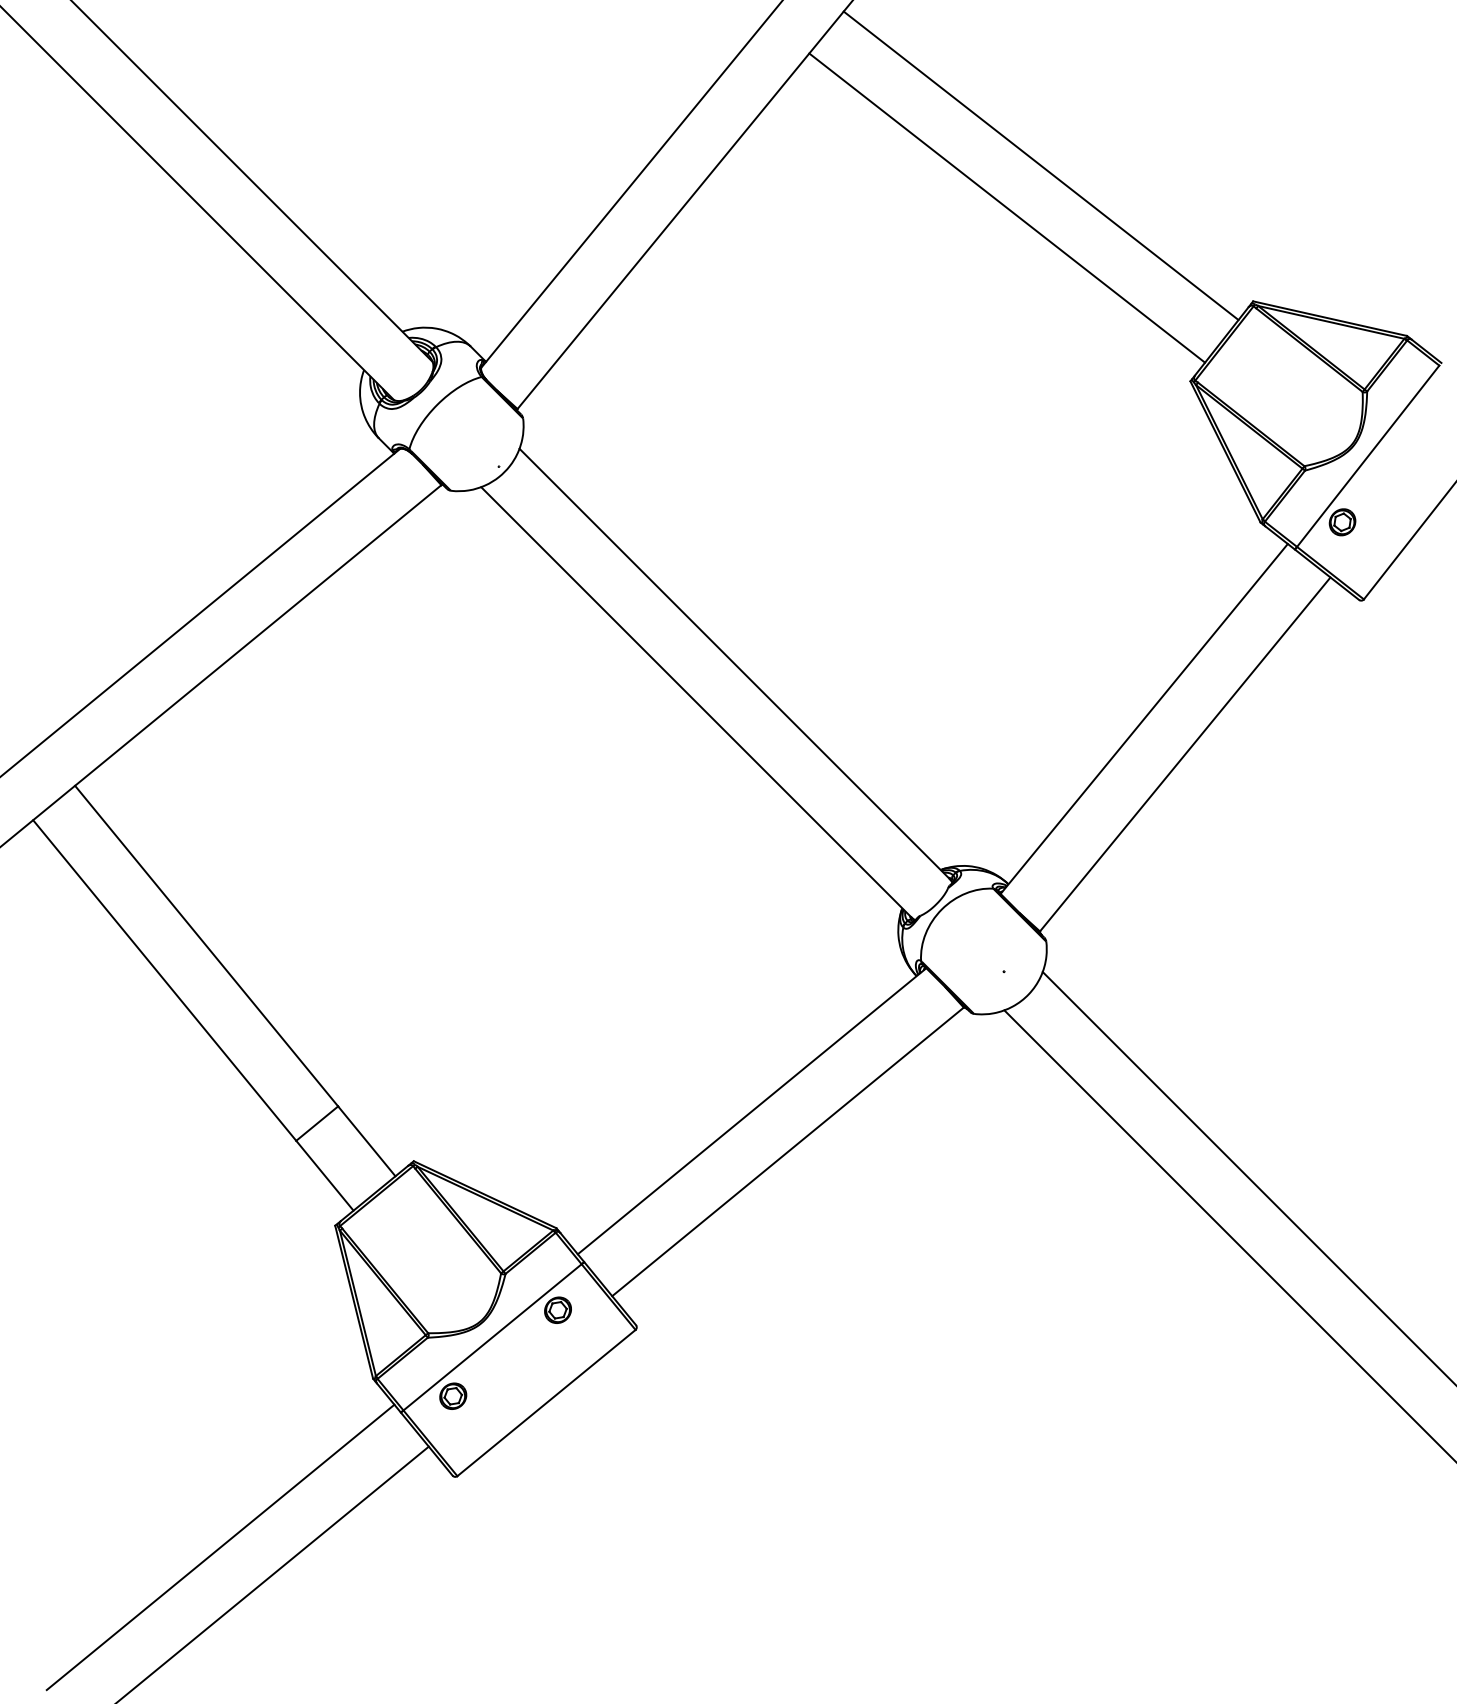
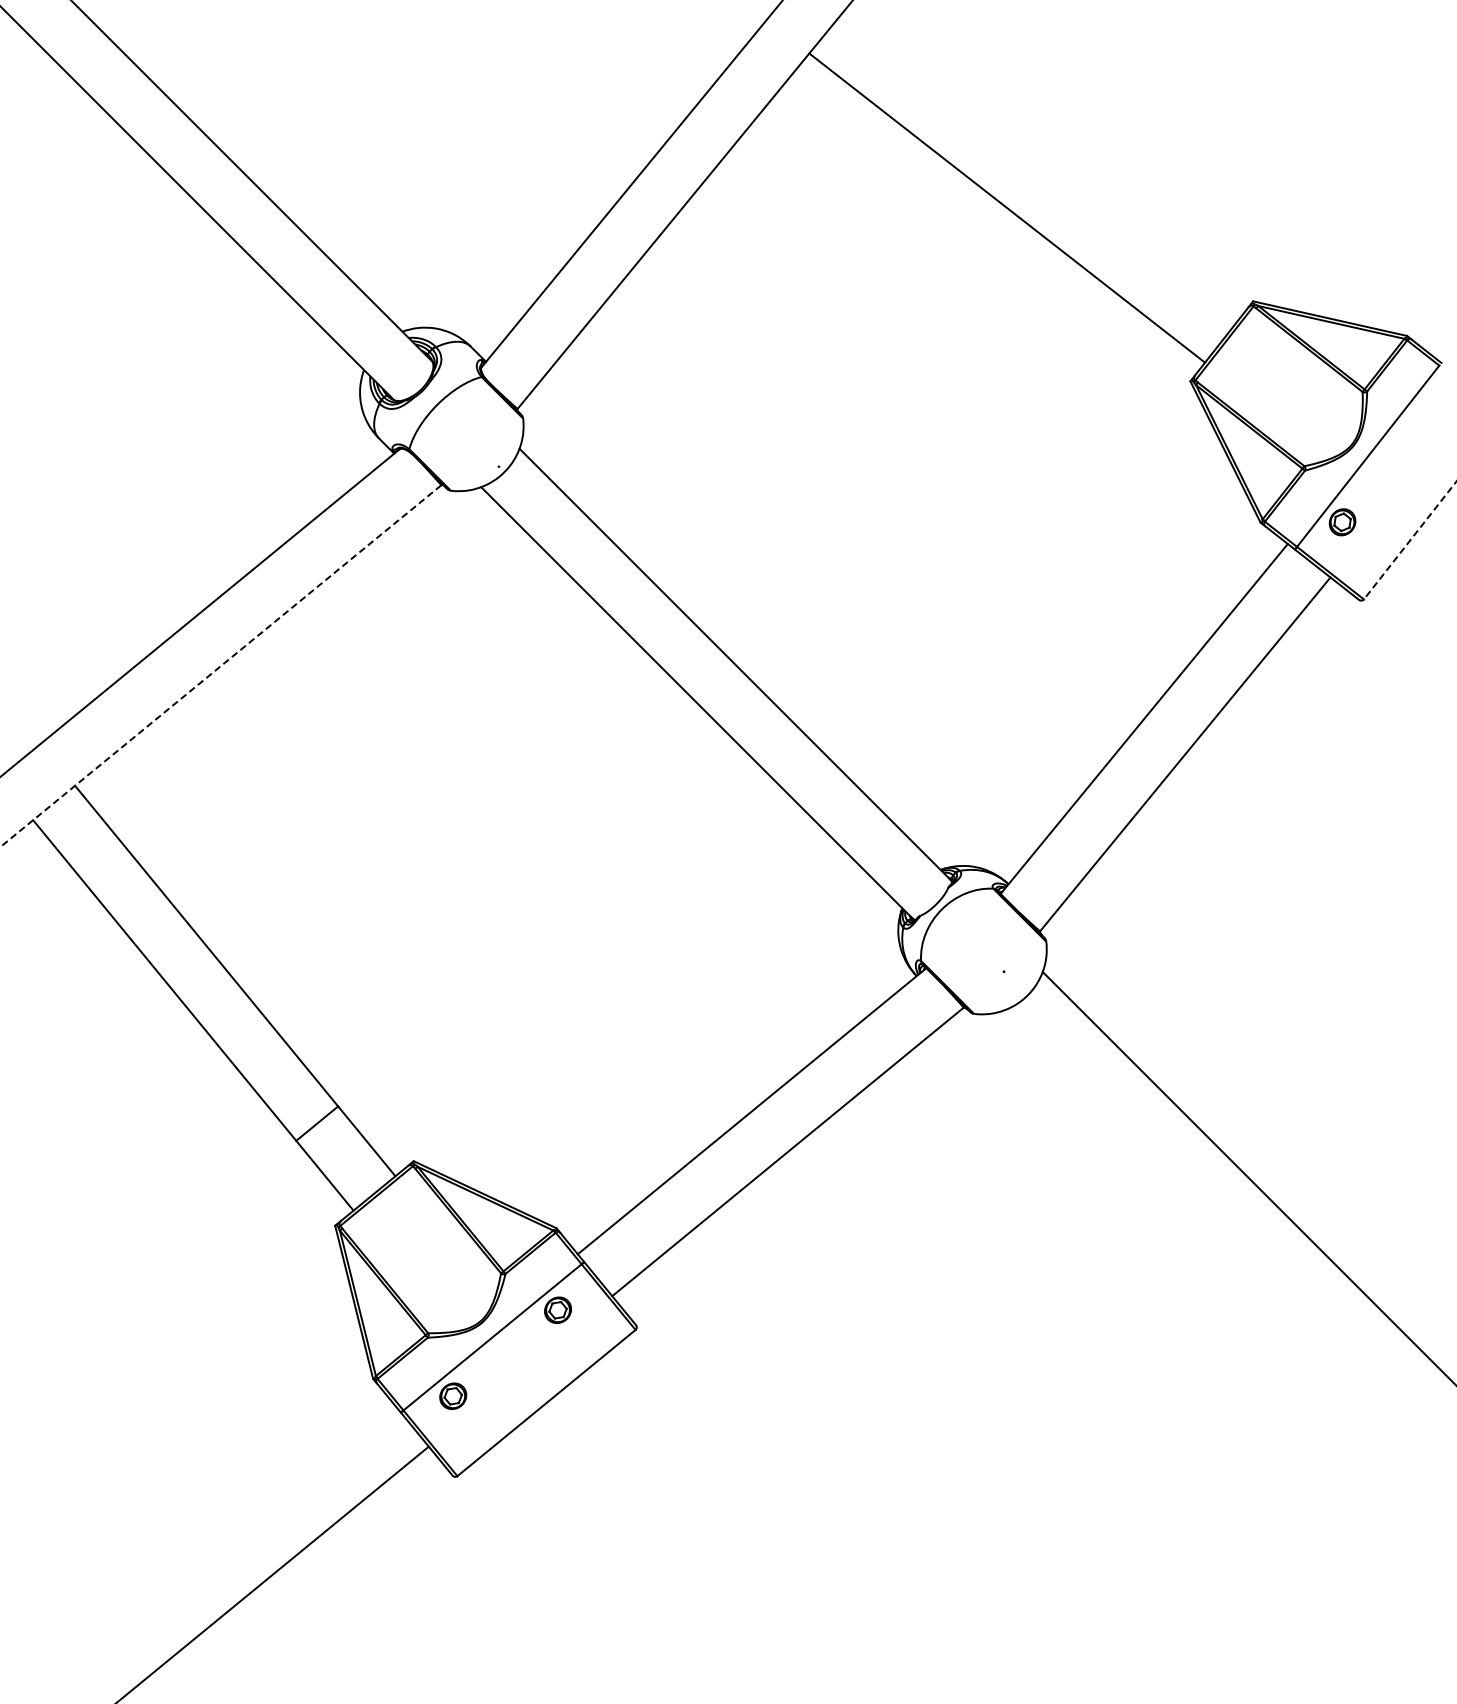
line at (1040, 165): present -> none
line at (1410, 540): solid -> dashed
line at (220, 666): solid -> dashed
line at (1228, 1234): present -> none
line at (220, 1547): present -> none
